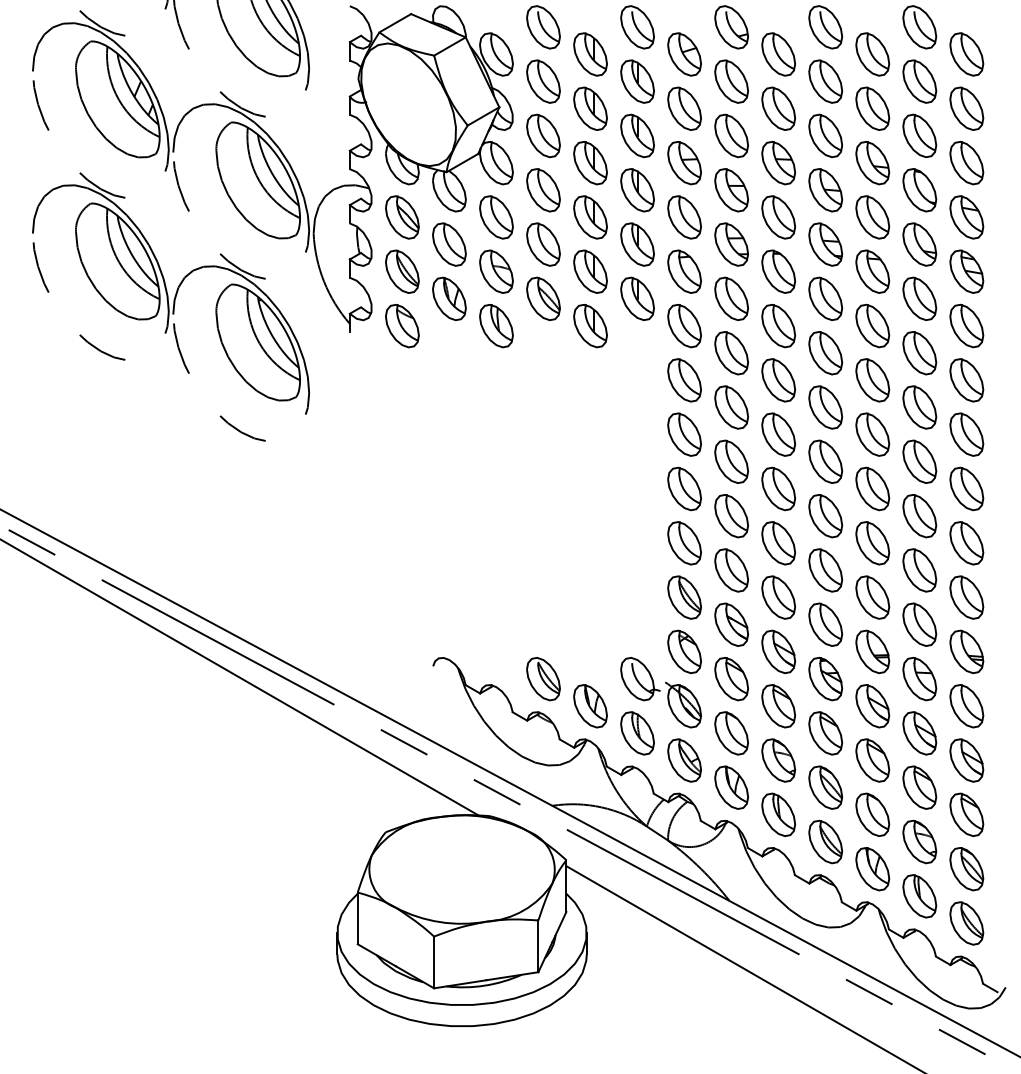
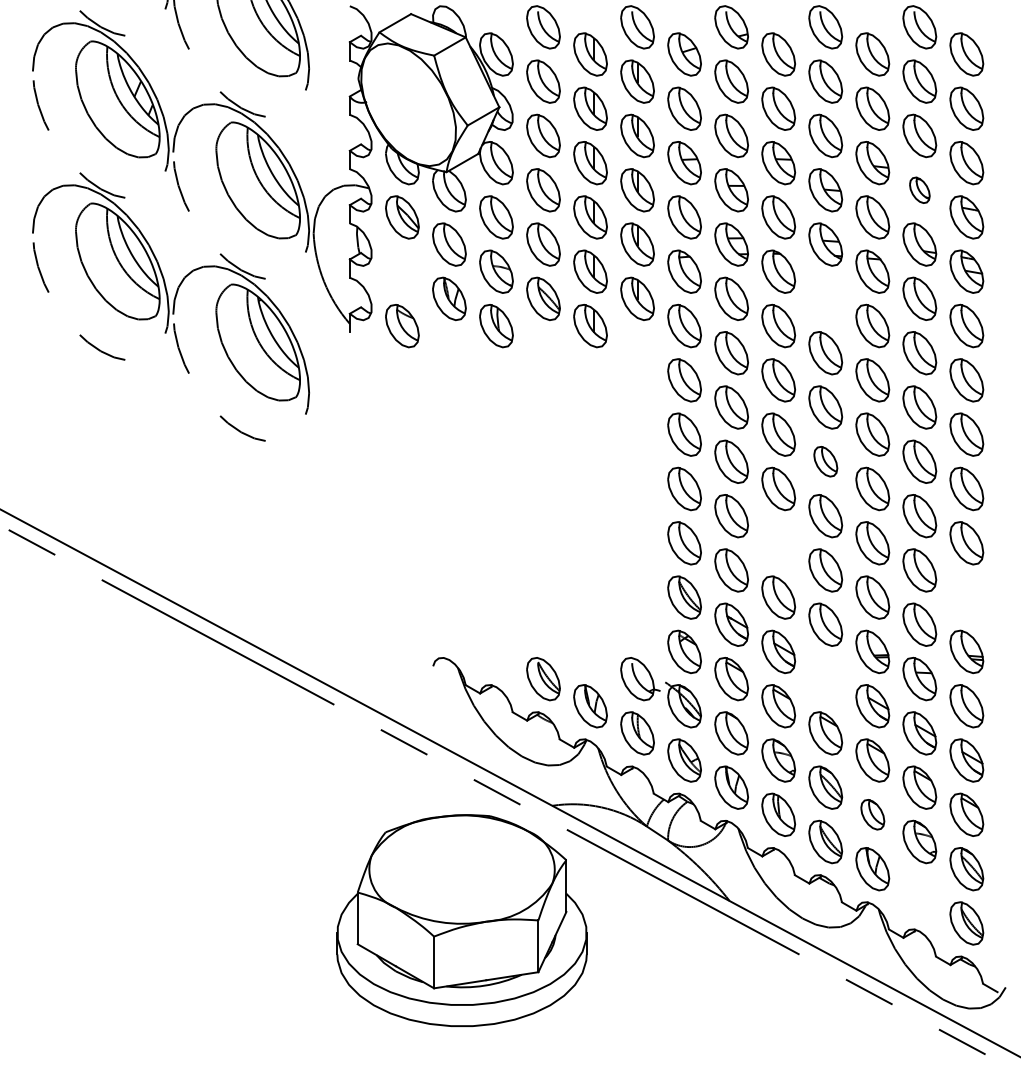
part at (919, 190) size: 36x45 px -> 22x28 px
part at (402, 271): present -> none
part at (825, 298): present -> none
part at (825, 461) size: 36x45 px -> 26x32 px
part at (778, 543): present -> none
part at (966, 597): present -> none
line at (240, 677): present -> none
part at (825, 679): present -> none
part at (872, 814) size: 36x45 px -> 26x32 px
part at (919, 896): present -> none
line at (743, 968): present -> none
